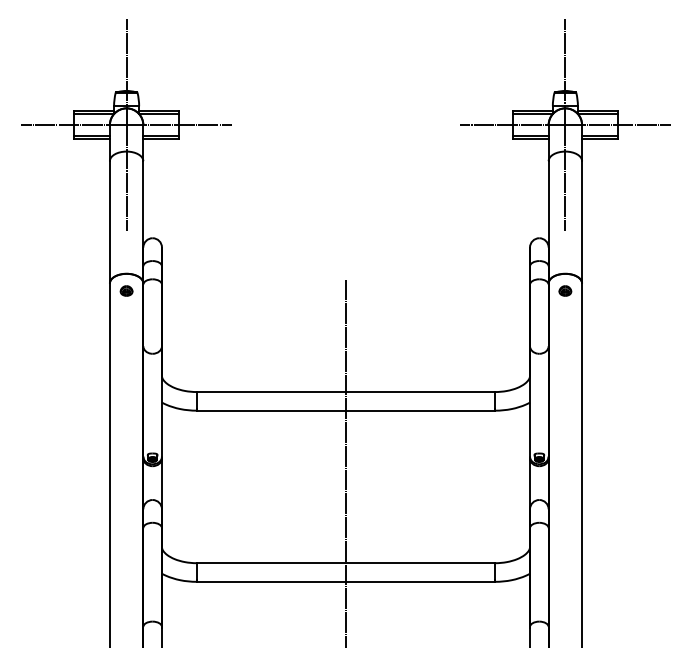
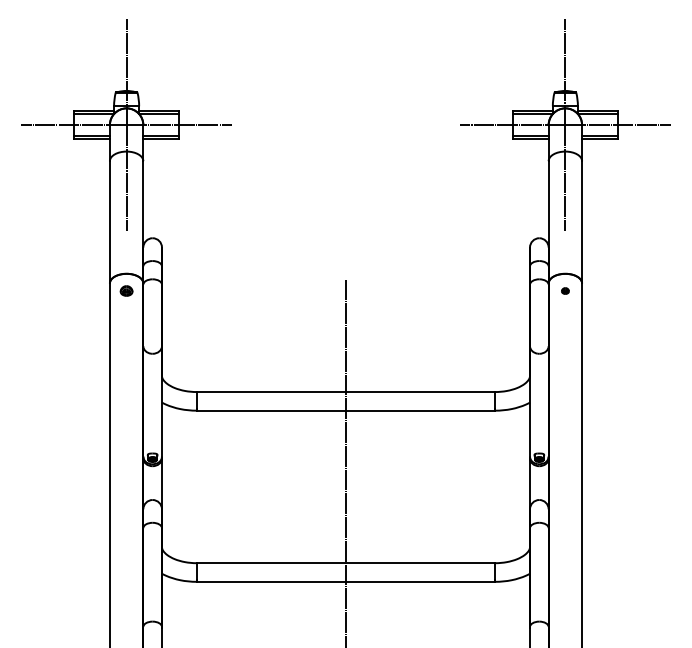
part at (565, 290) size: 15x12 px -> 9x8 px
